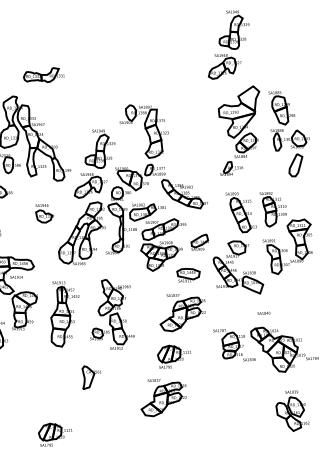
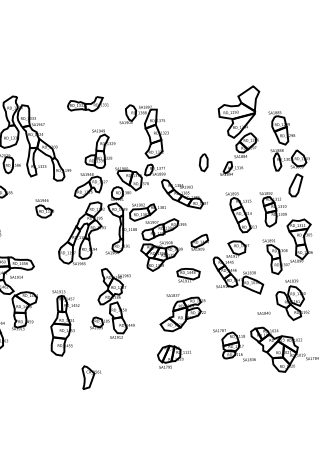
part at (228, 44): present -> none
part at (43, 75) position: (43, 75) -> (87, 104)
part at (288, 134) position: (288, 134) -> (288, 154)
part at (203, 162): none -> present
part at (44, 213) position: (44, 213) -> (44, 208)
part at (64, 314) position: (64, 314) -> (64, 323)
part at (112, 314) position: (112, 314) -> (112, 303)
part at (163, 398): present -> none
part at (292, 410) position: (292, 410) -> (292, 299)
part at (55, 434): present -> none
